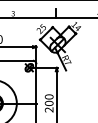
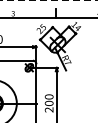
line at (49, 0): solid -> dashed
